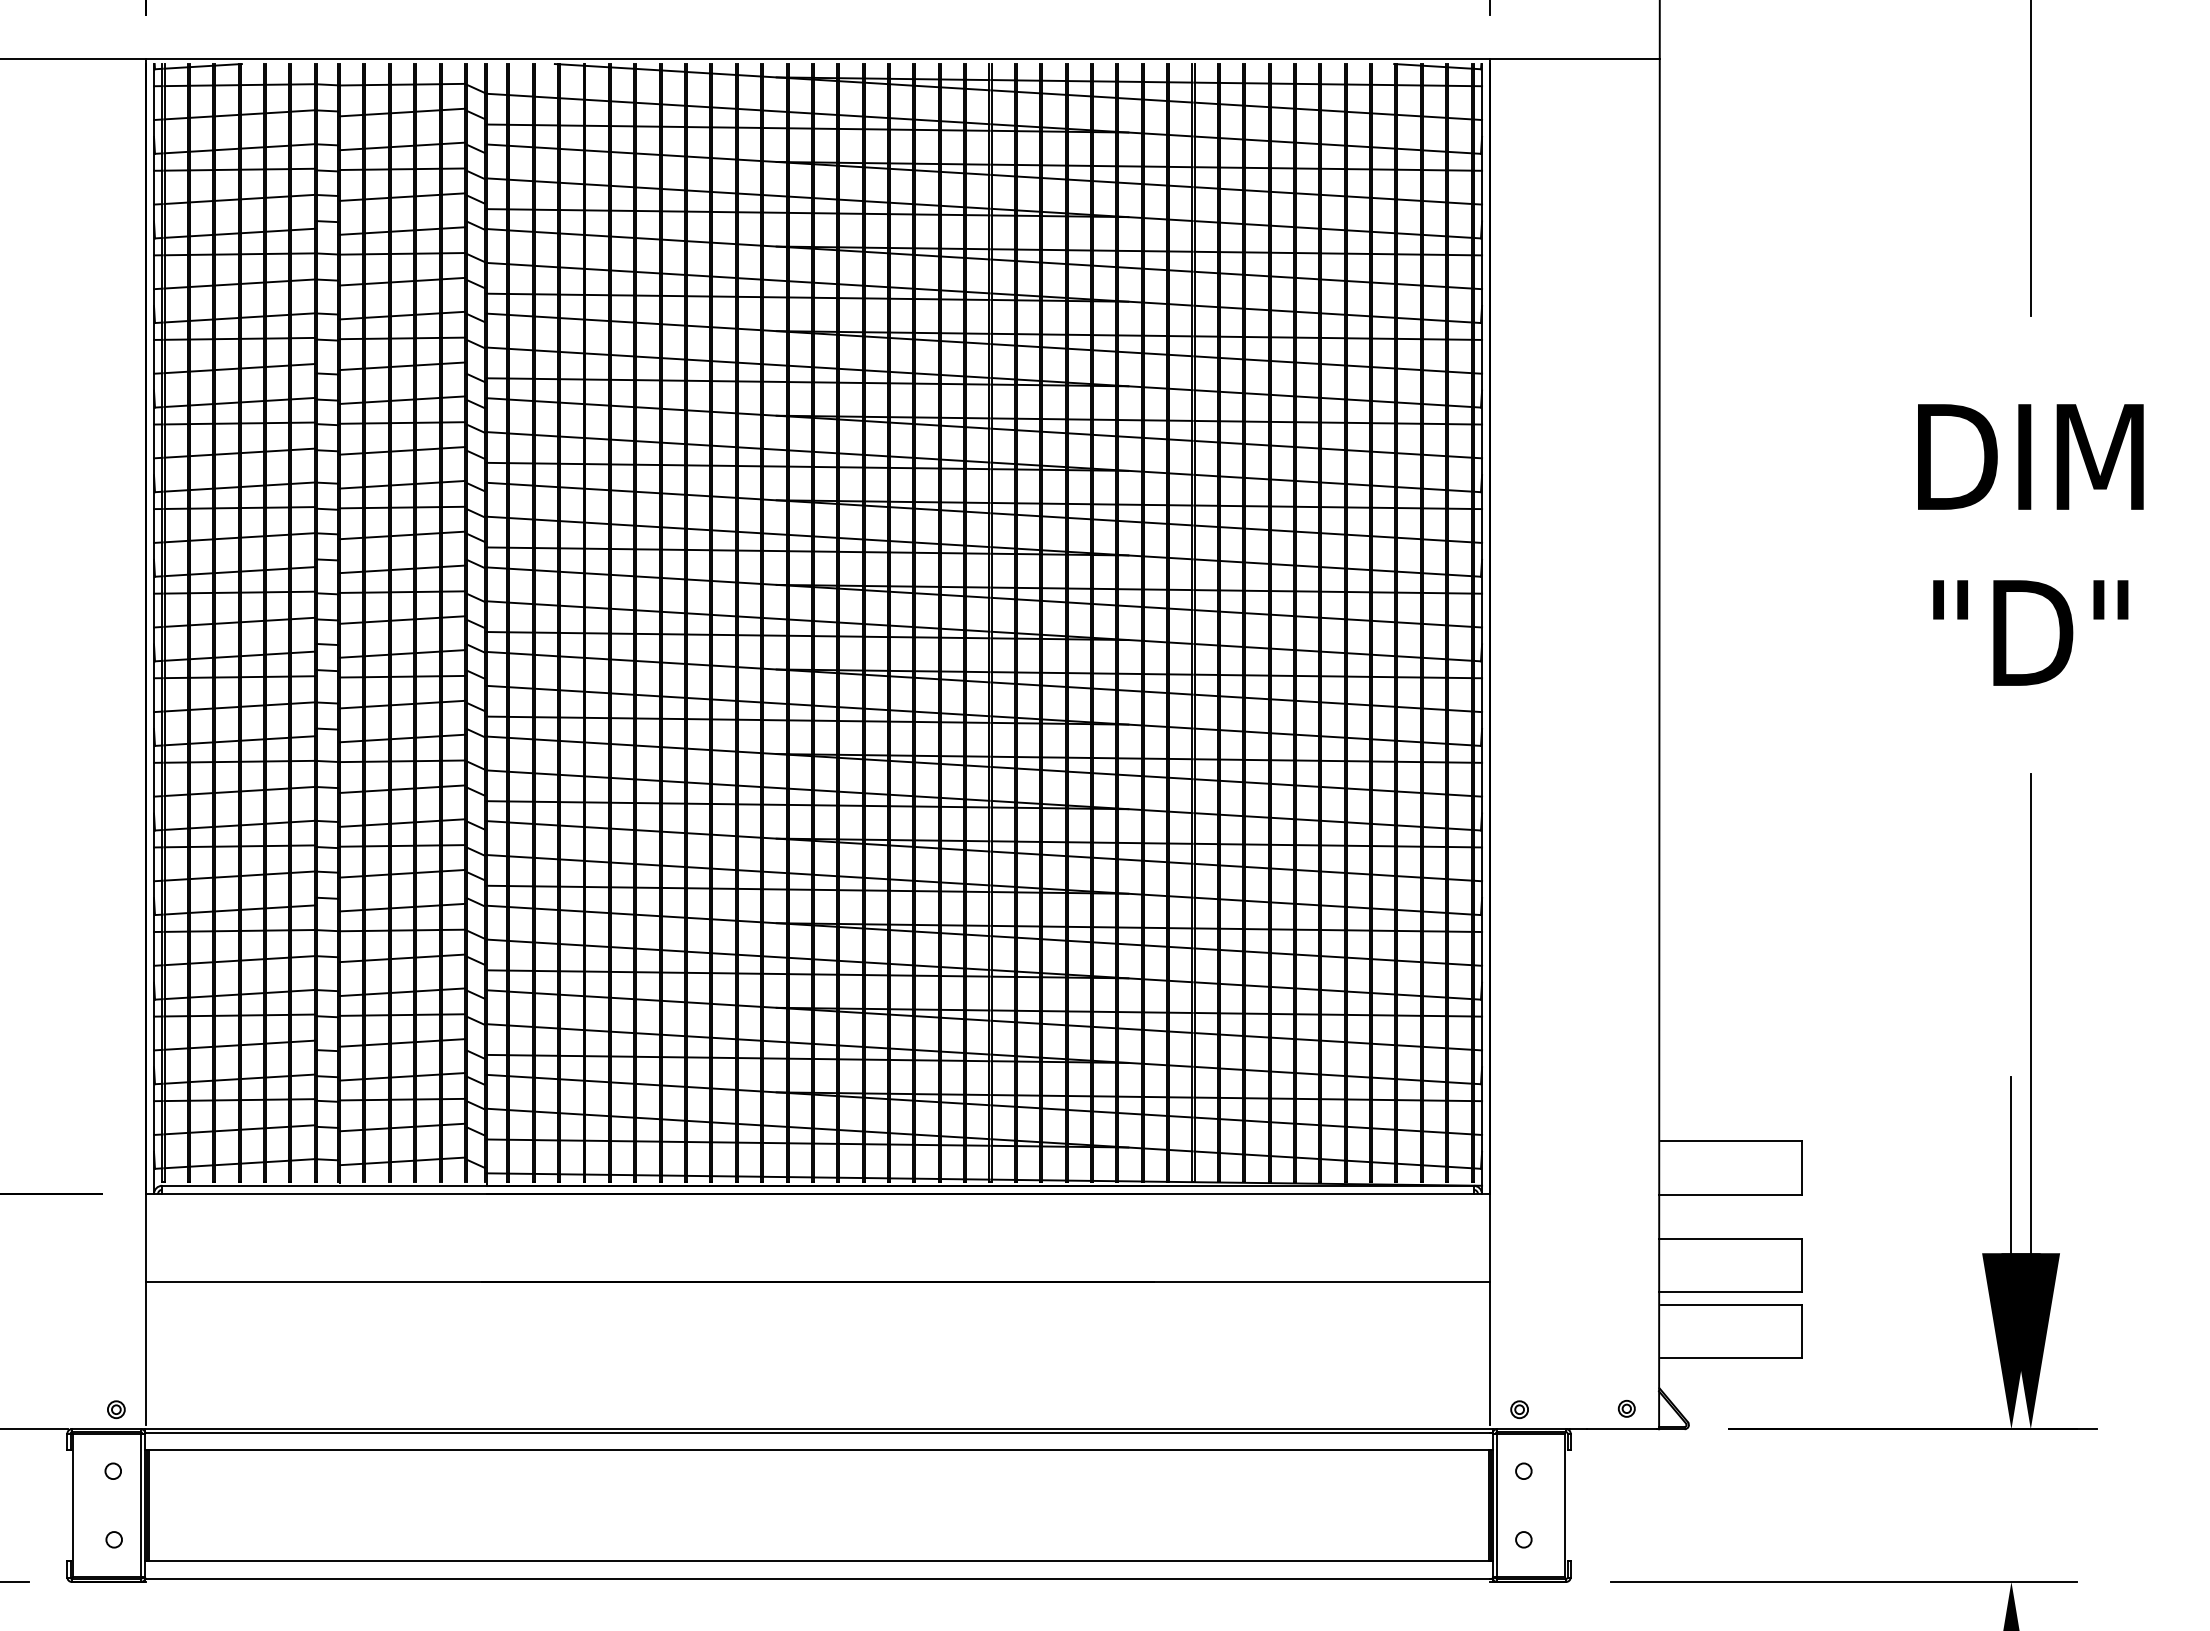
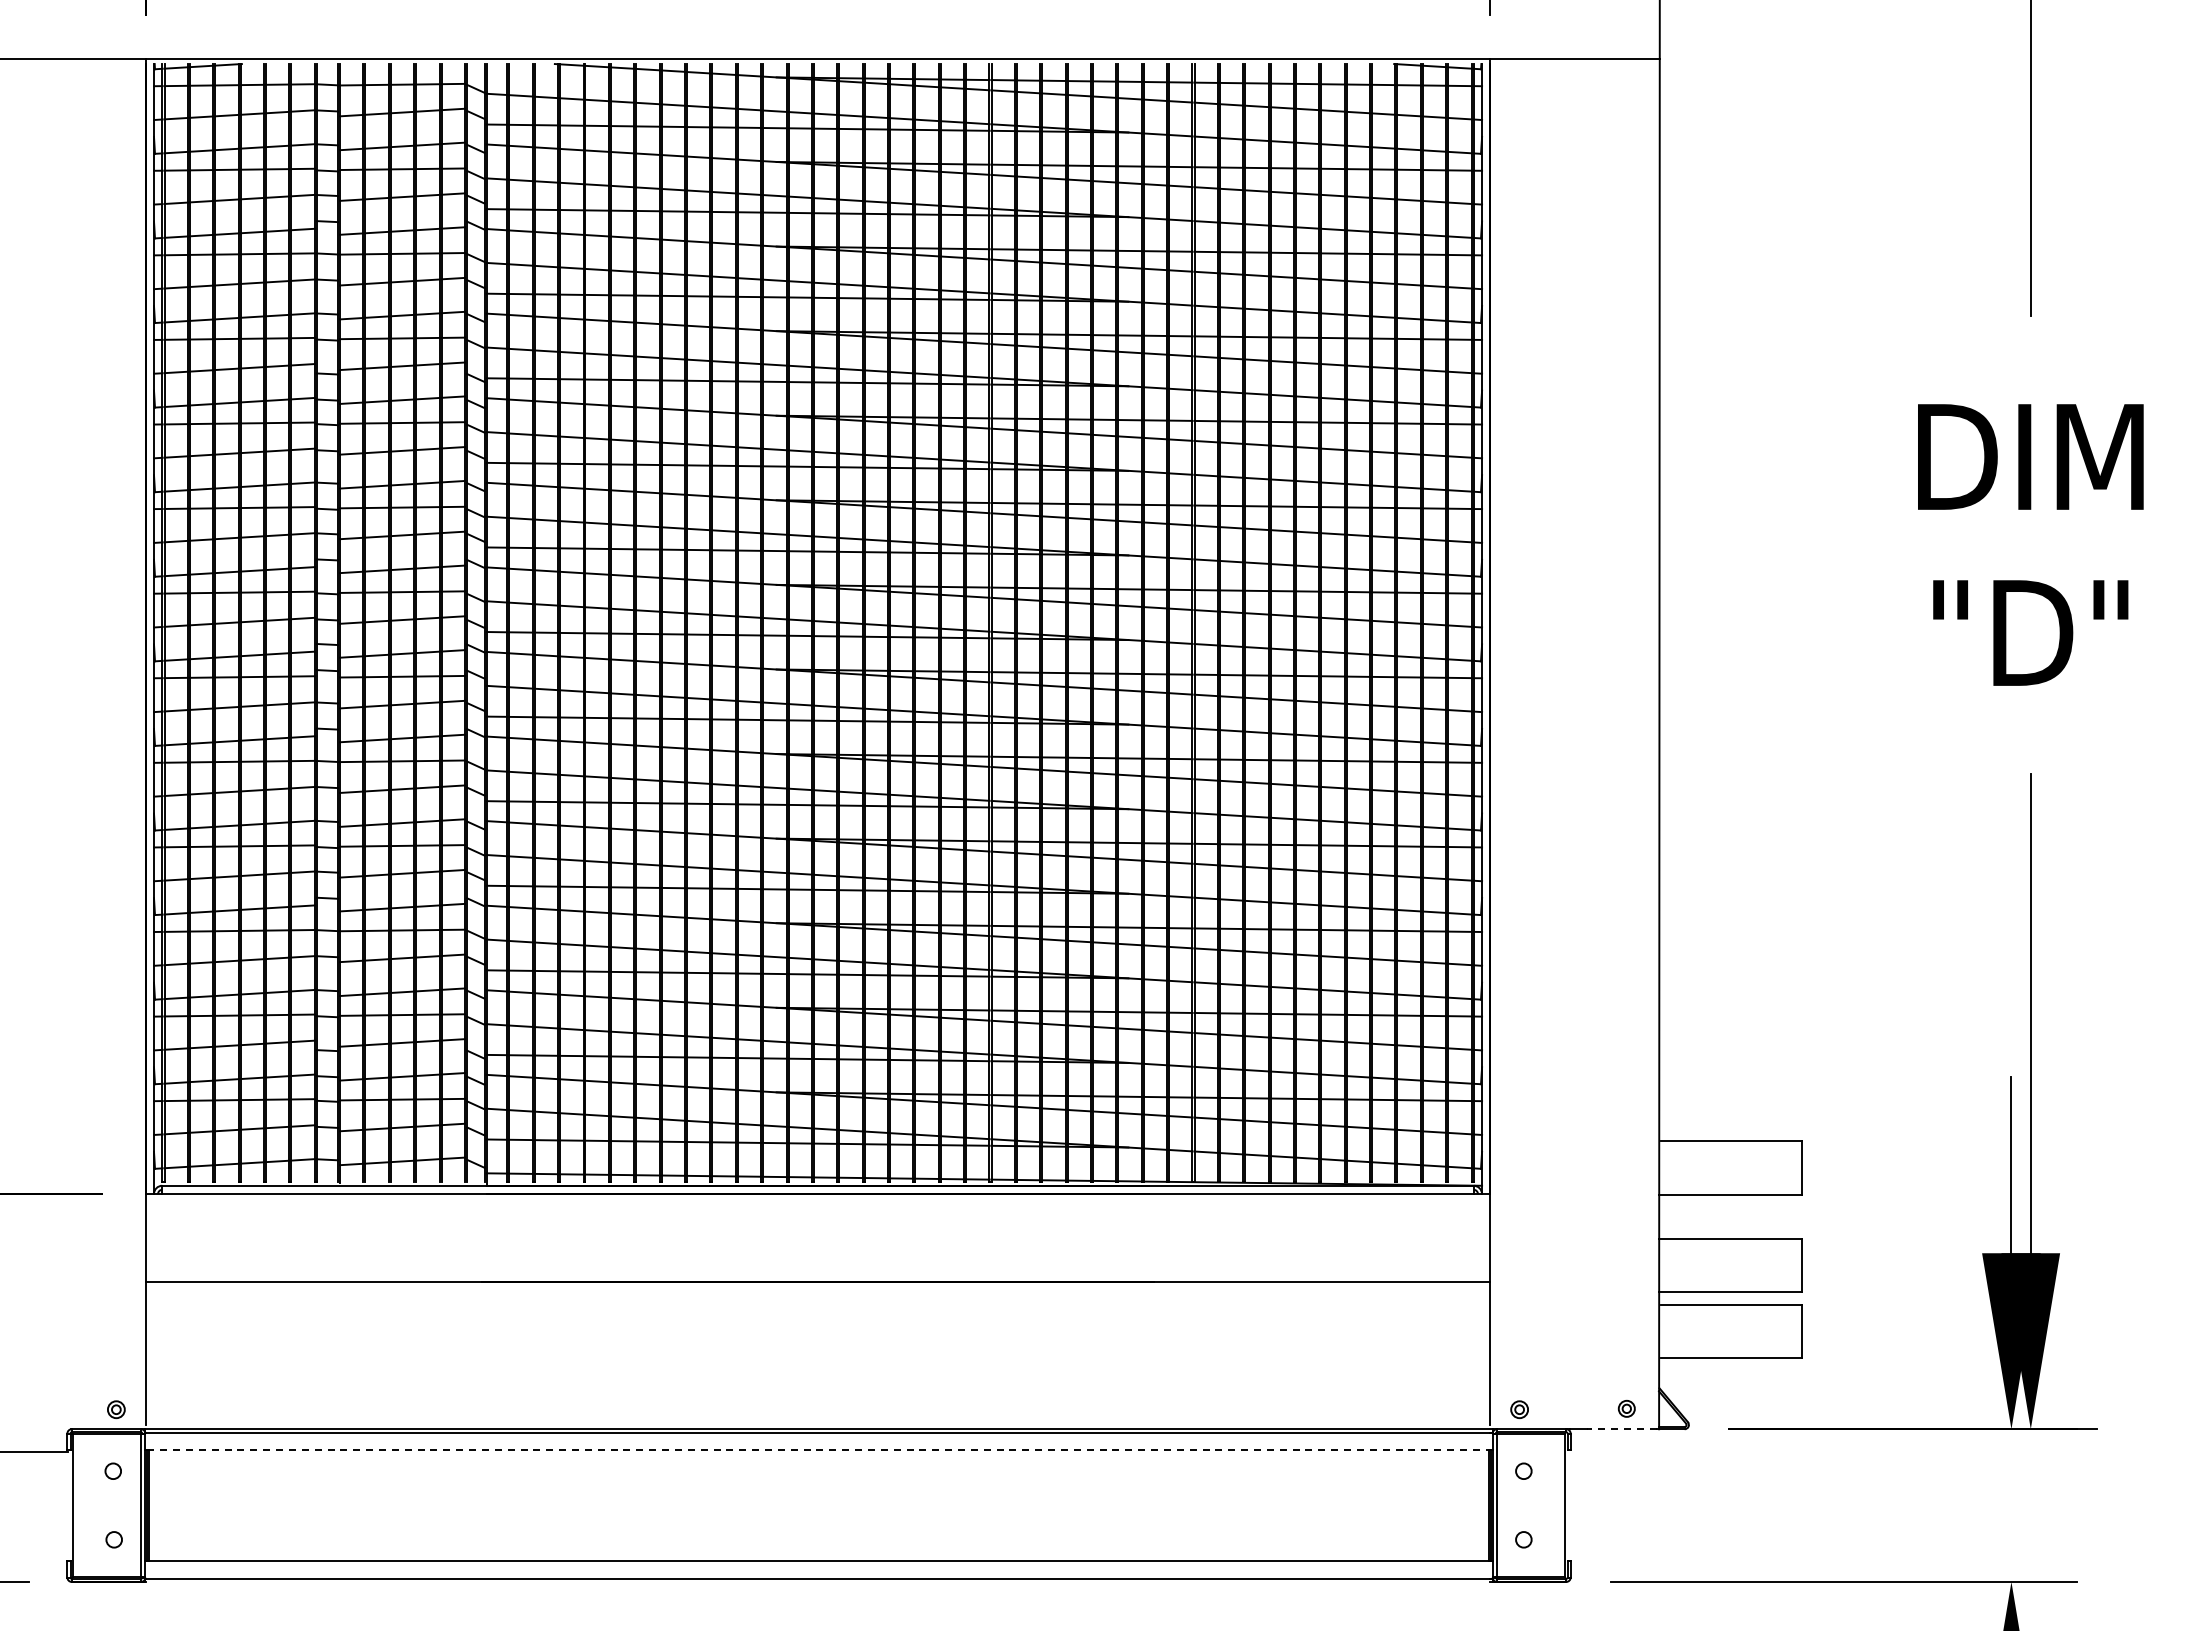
line at (34, 1429) position: (34, 1429) -> (34, 1452)
line at (1621, 1429): solid -> dashed
line at (819, 1450): solid -> dashed
